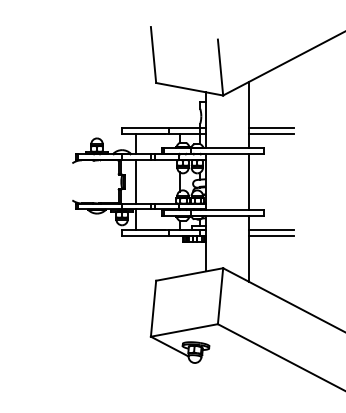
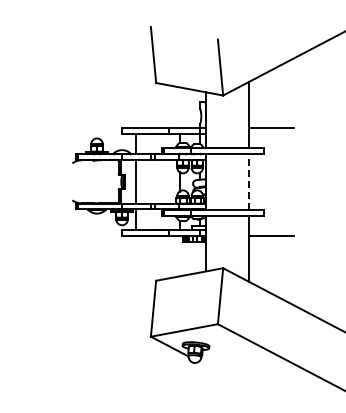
line at (271, 133): present -> none
line at (249, 181): solid -> dashed
line at (271, 230): present -> none
